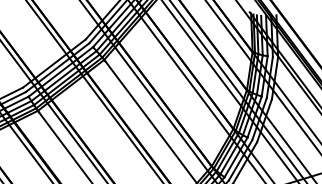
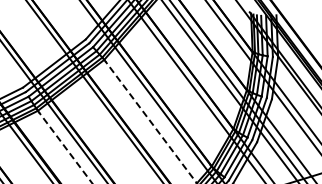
line at (151, 122): solid -> dashed
line at (65, 147): solid -> dashed
